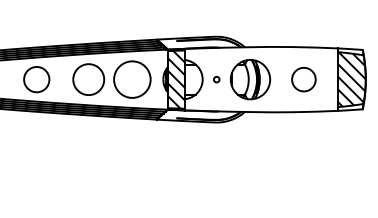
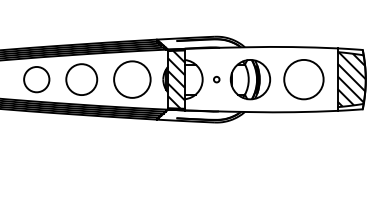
circle at (88, 79) position: (88, 79) -> (81, 79)
circle at (303, 79) diameter: 24 px -> 39 px
